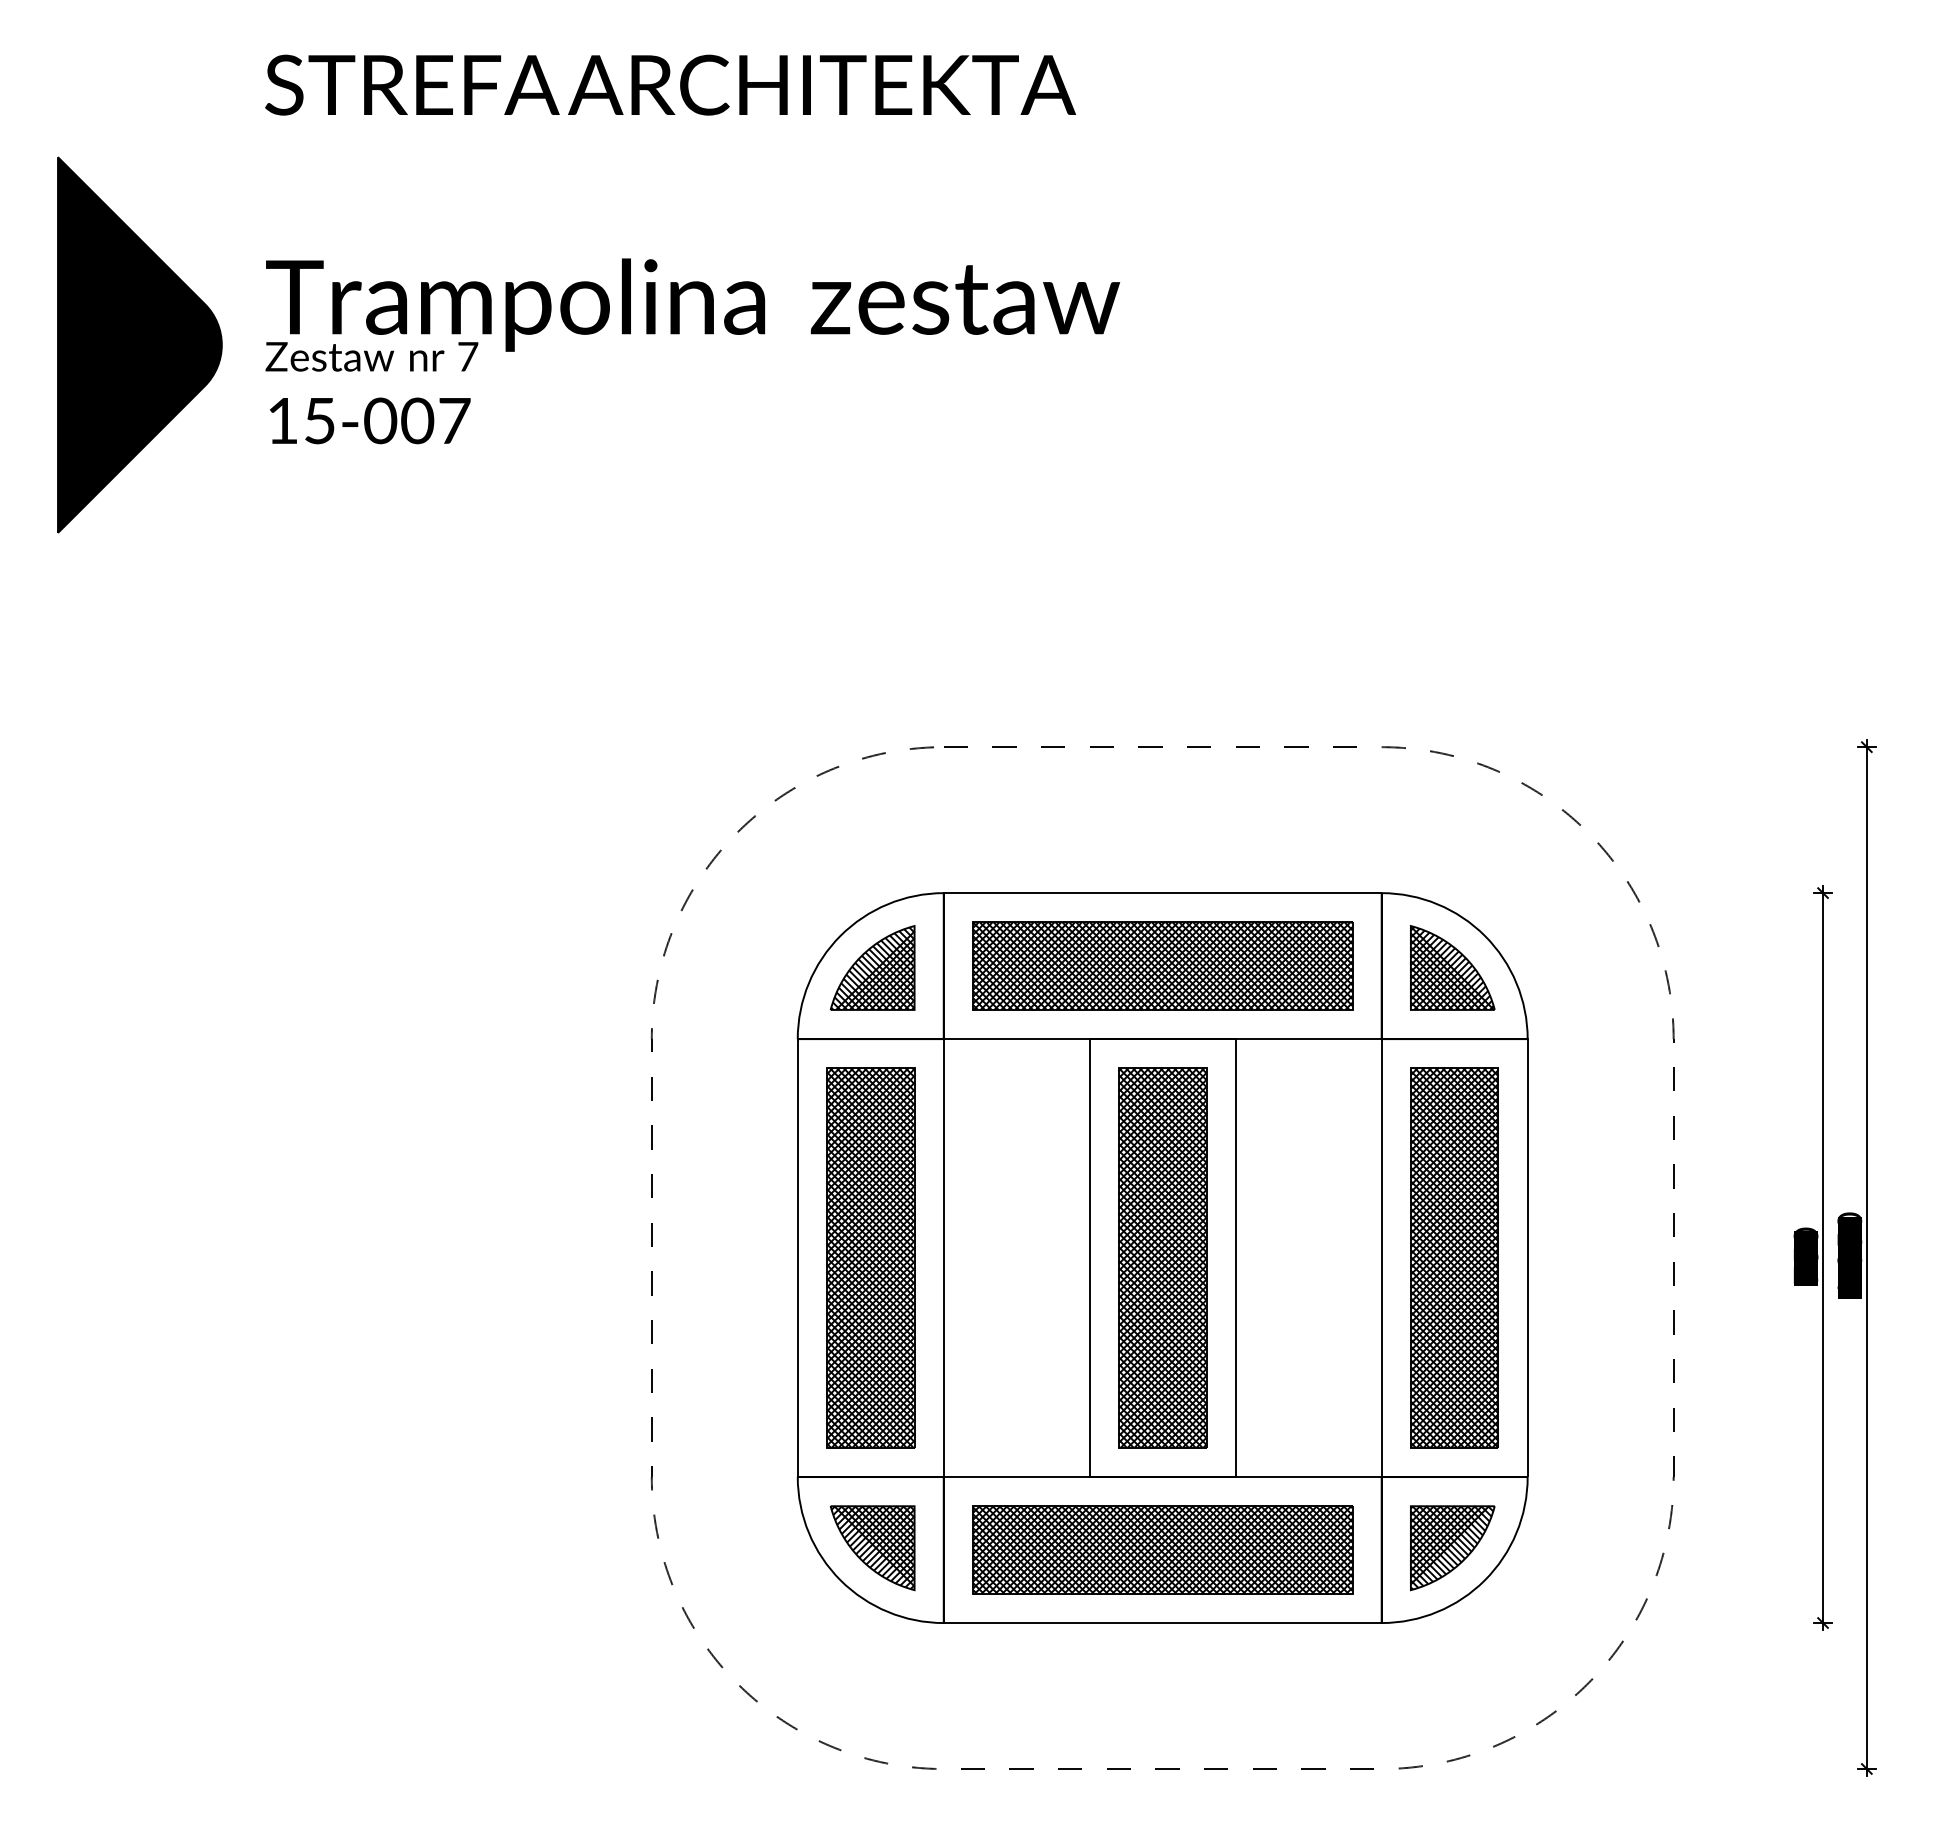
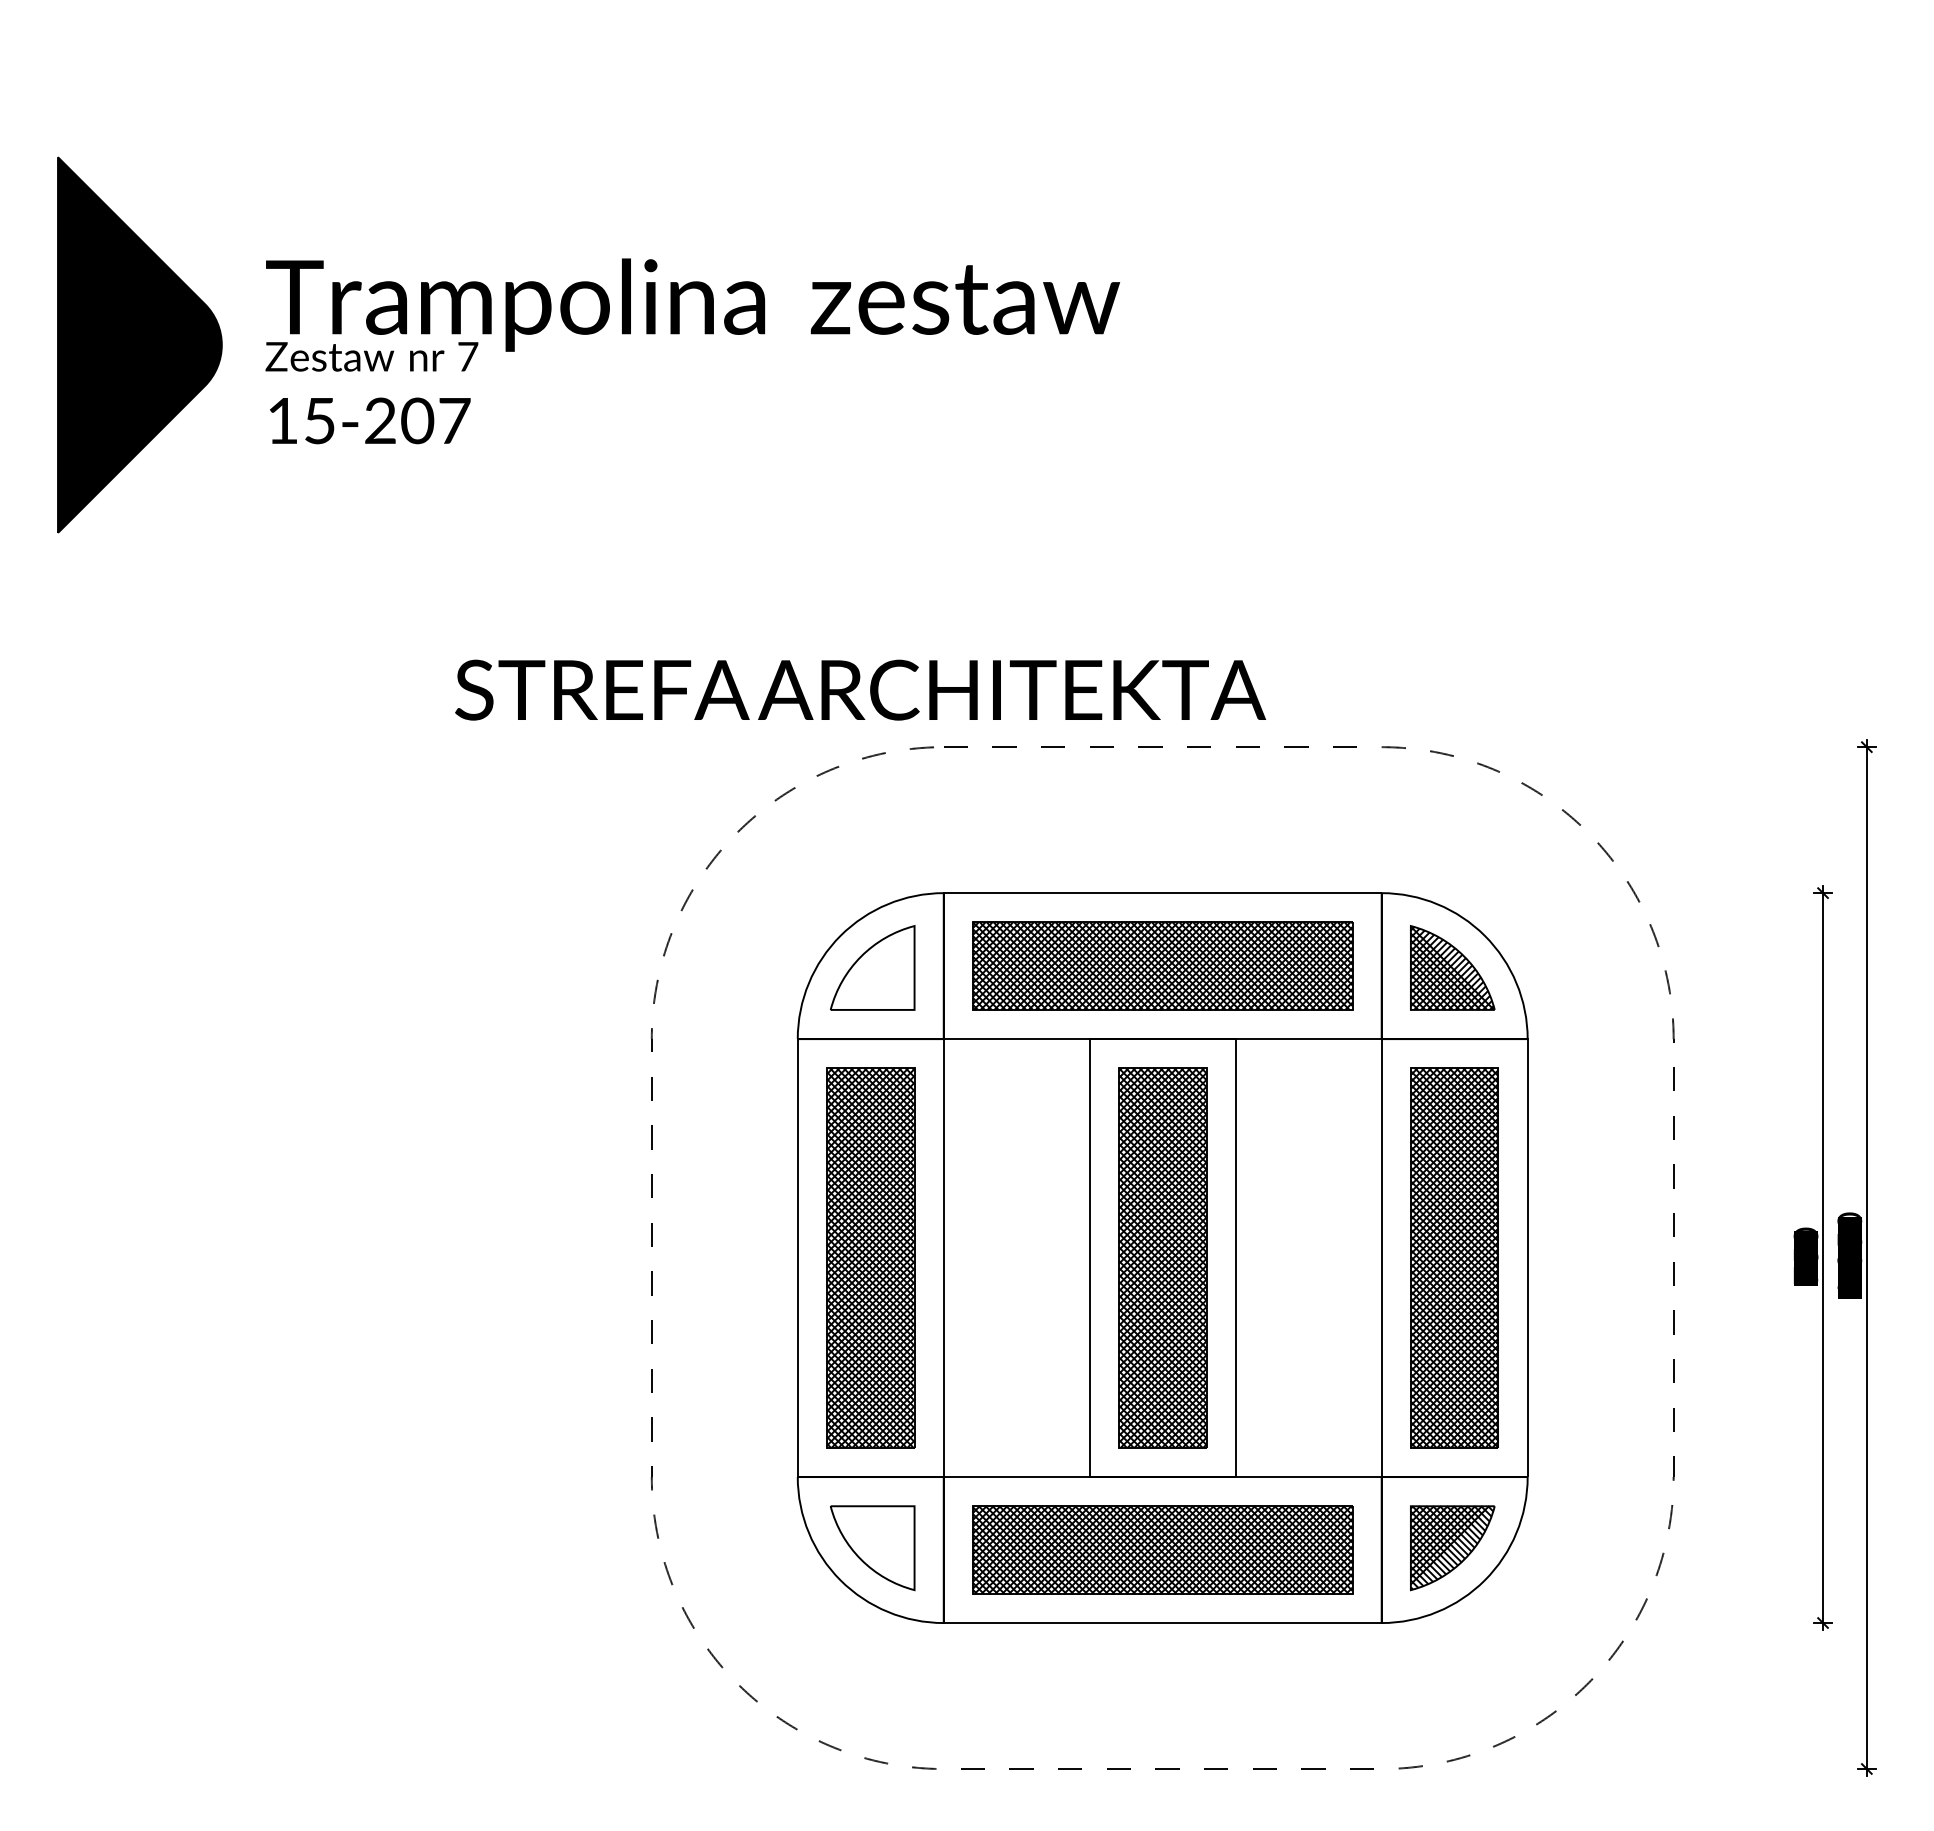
text at (670, 84) position: (670, 84) -> (860, 689)
text at (380, 420): 15-007 -> 15-207
hatch at (872, 968): present -> none
hatch at (872, 1547): present -> none
